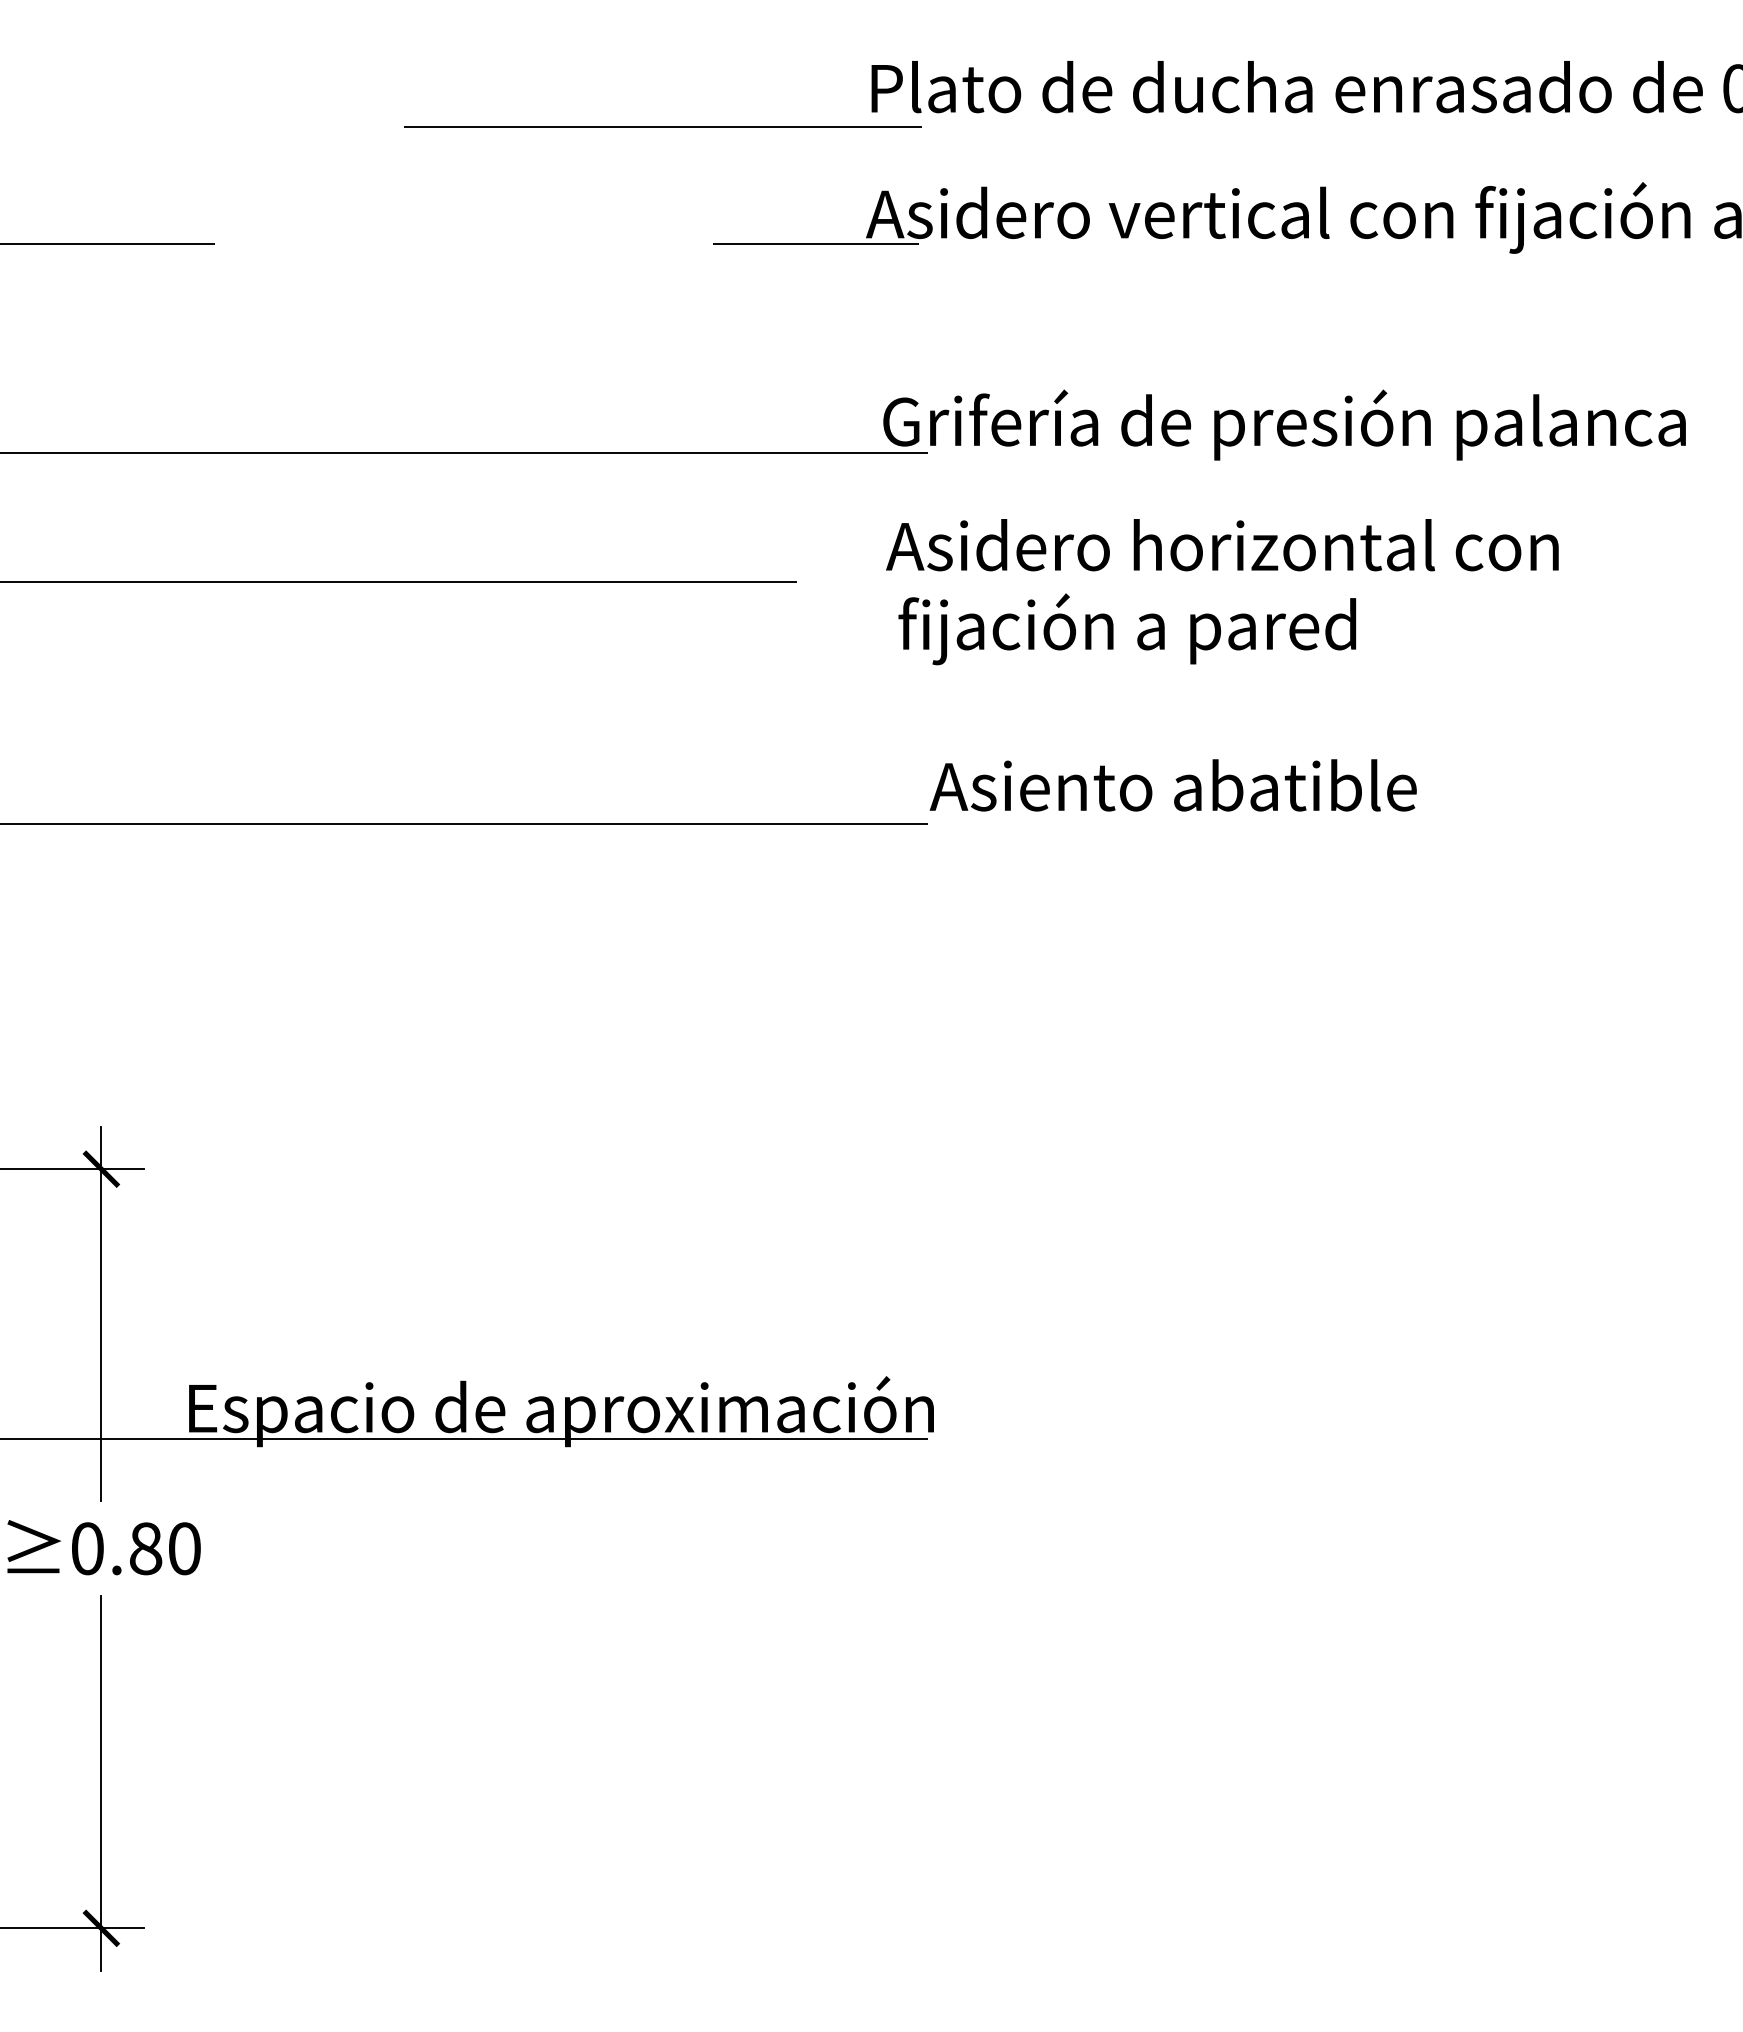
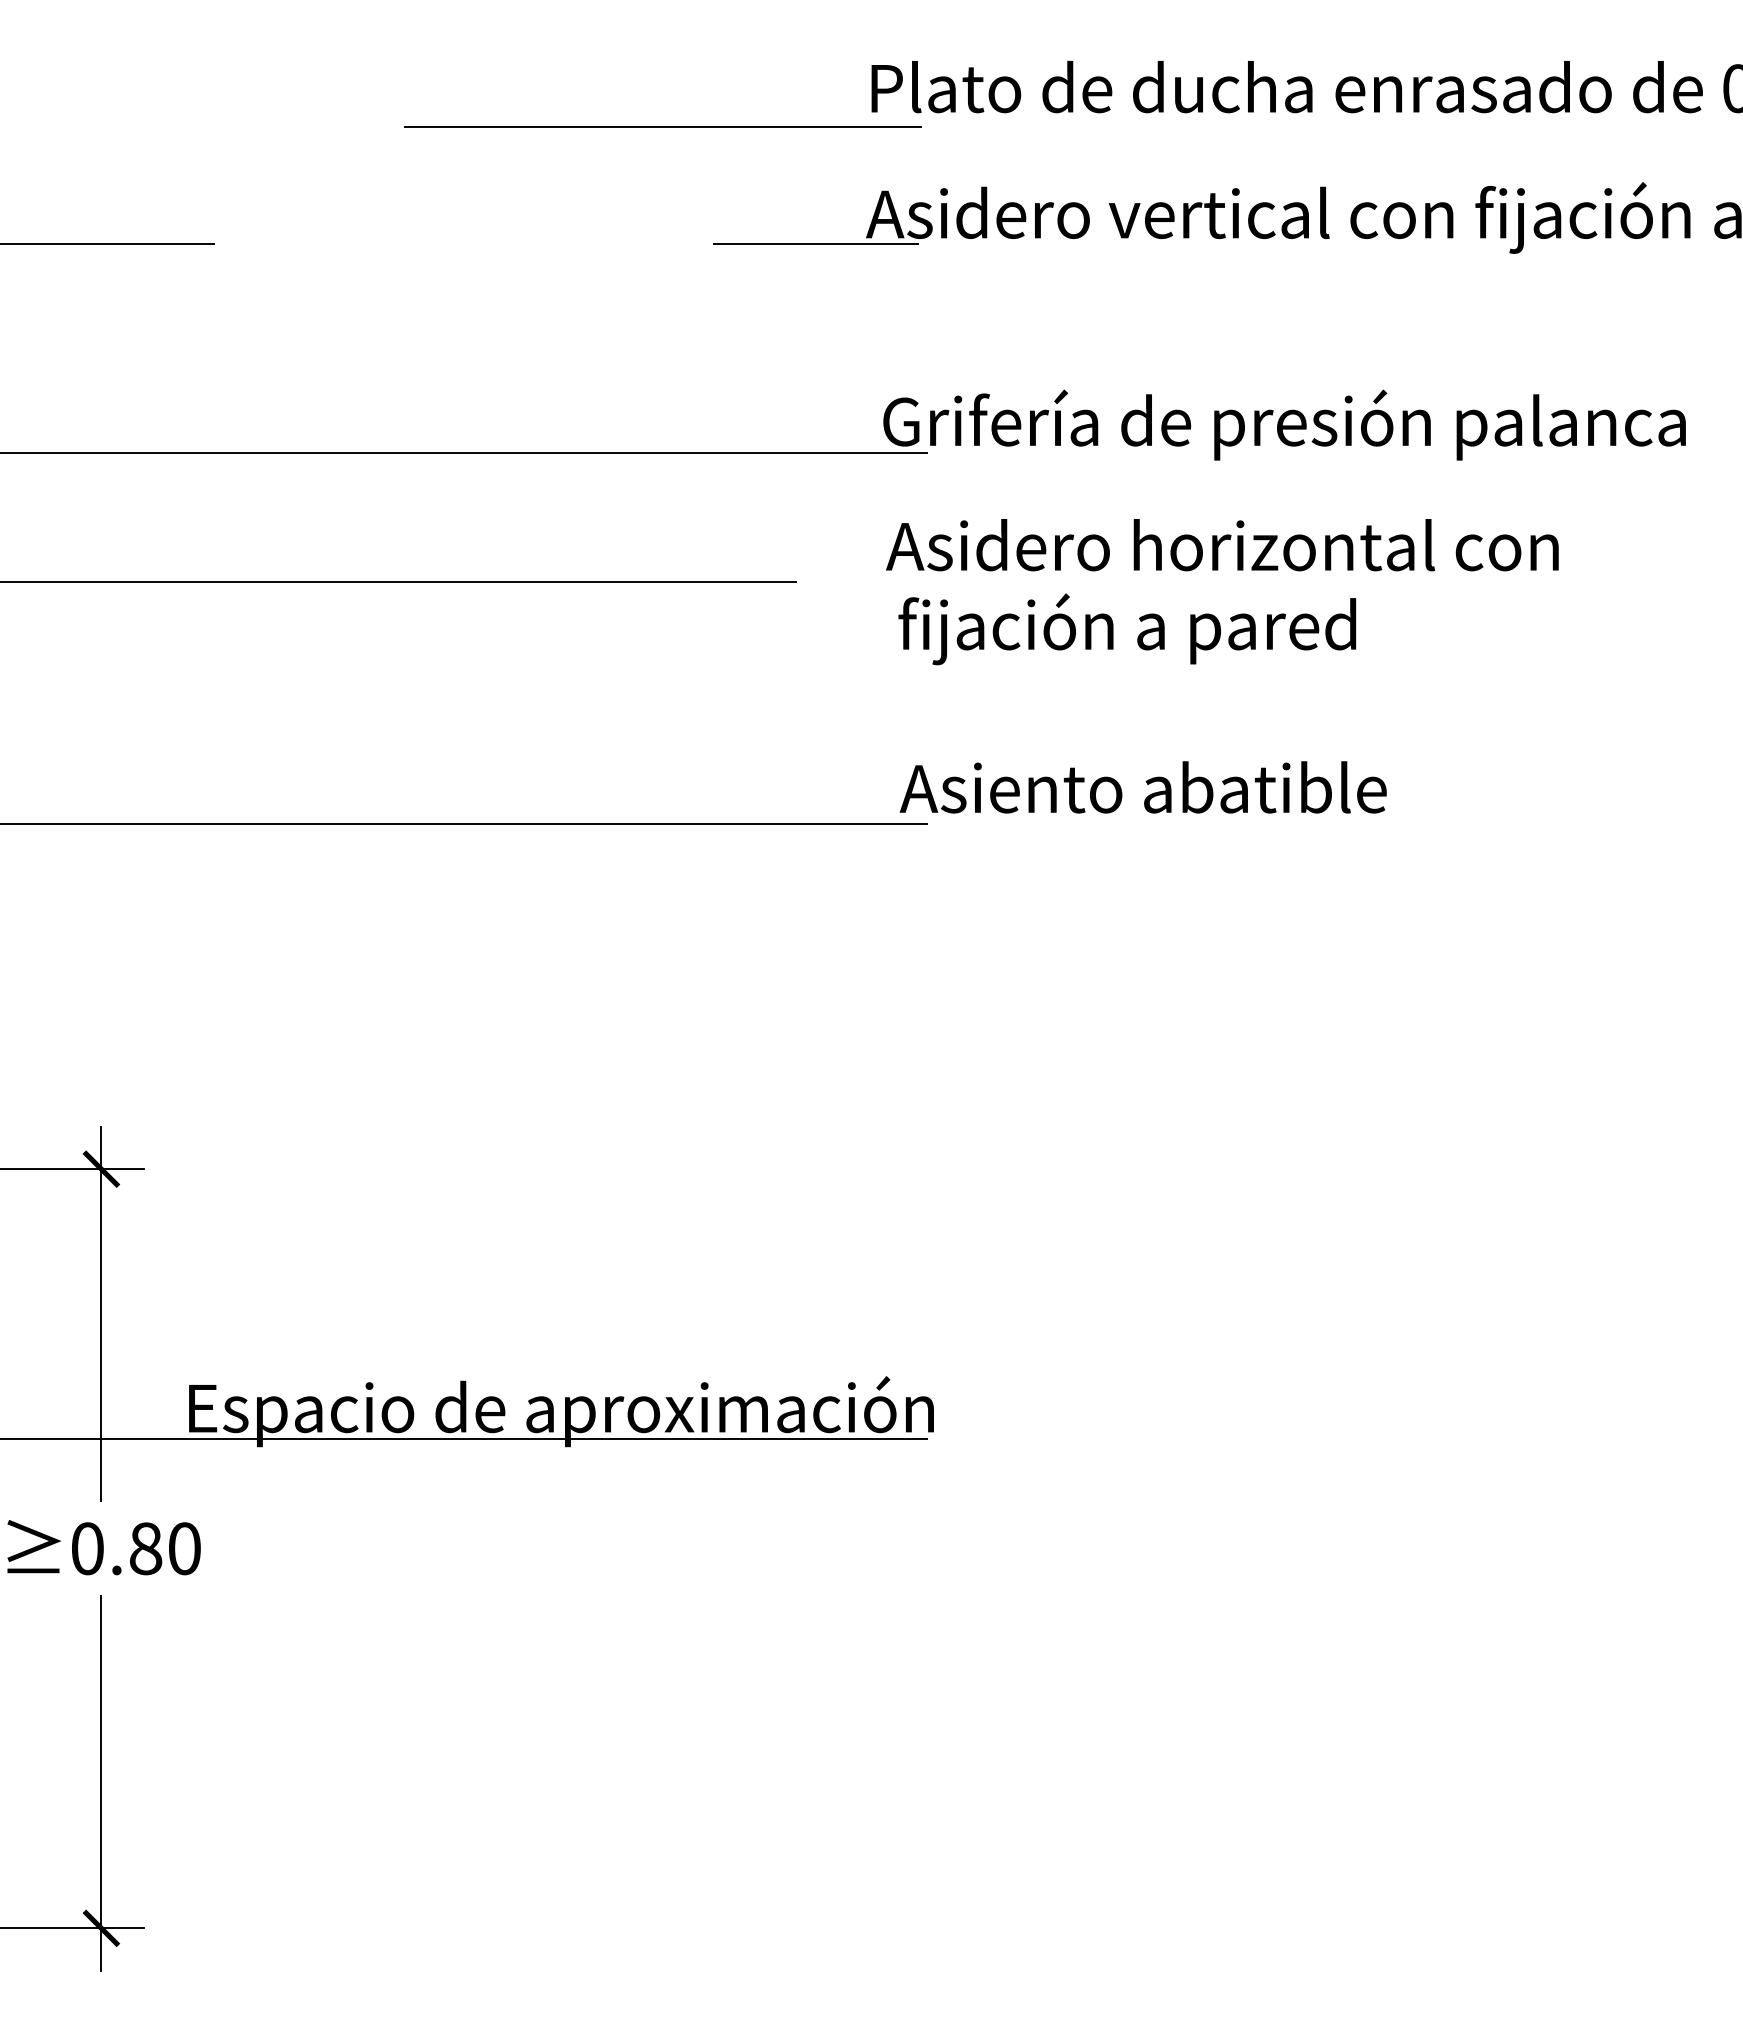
text at (1172, 785) position: (1172, 785) -> (1142, 787)
